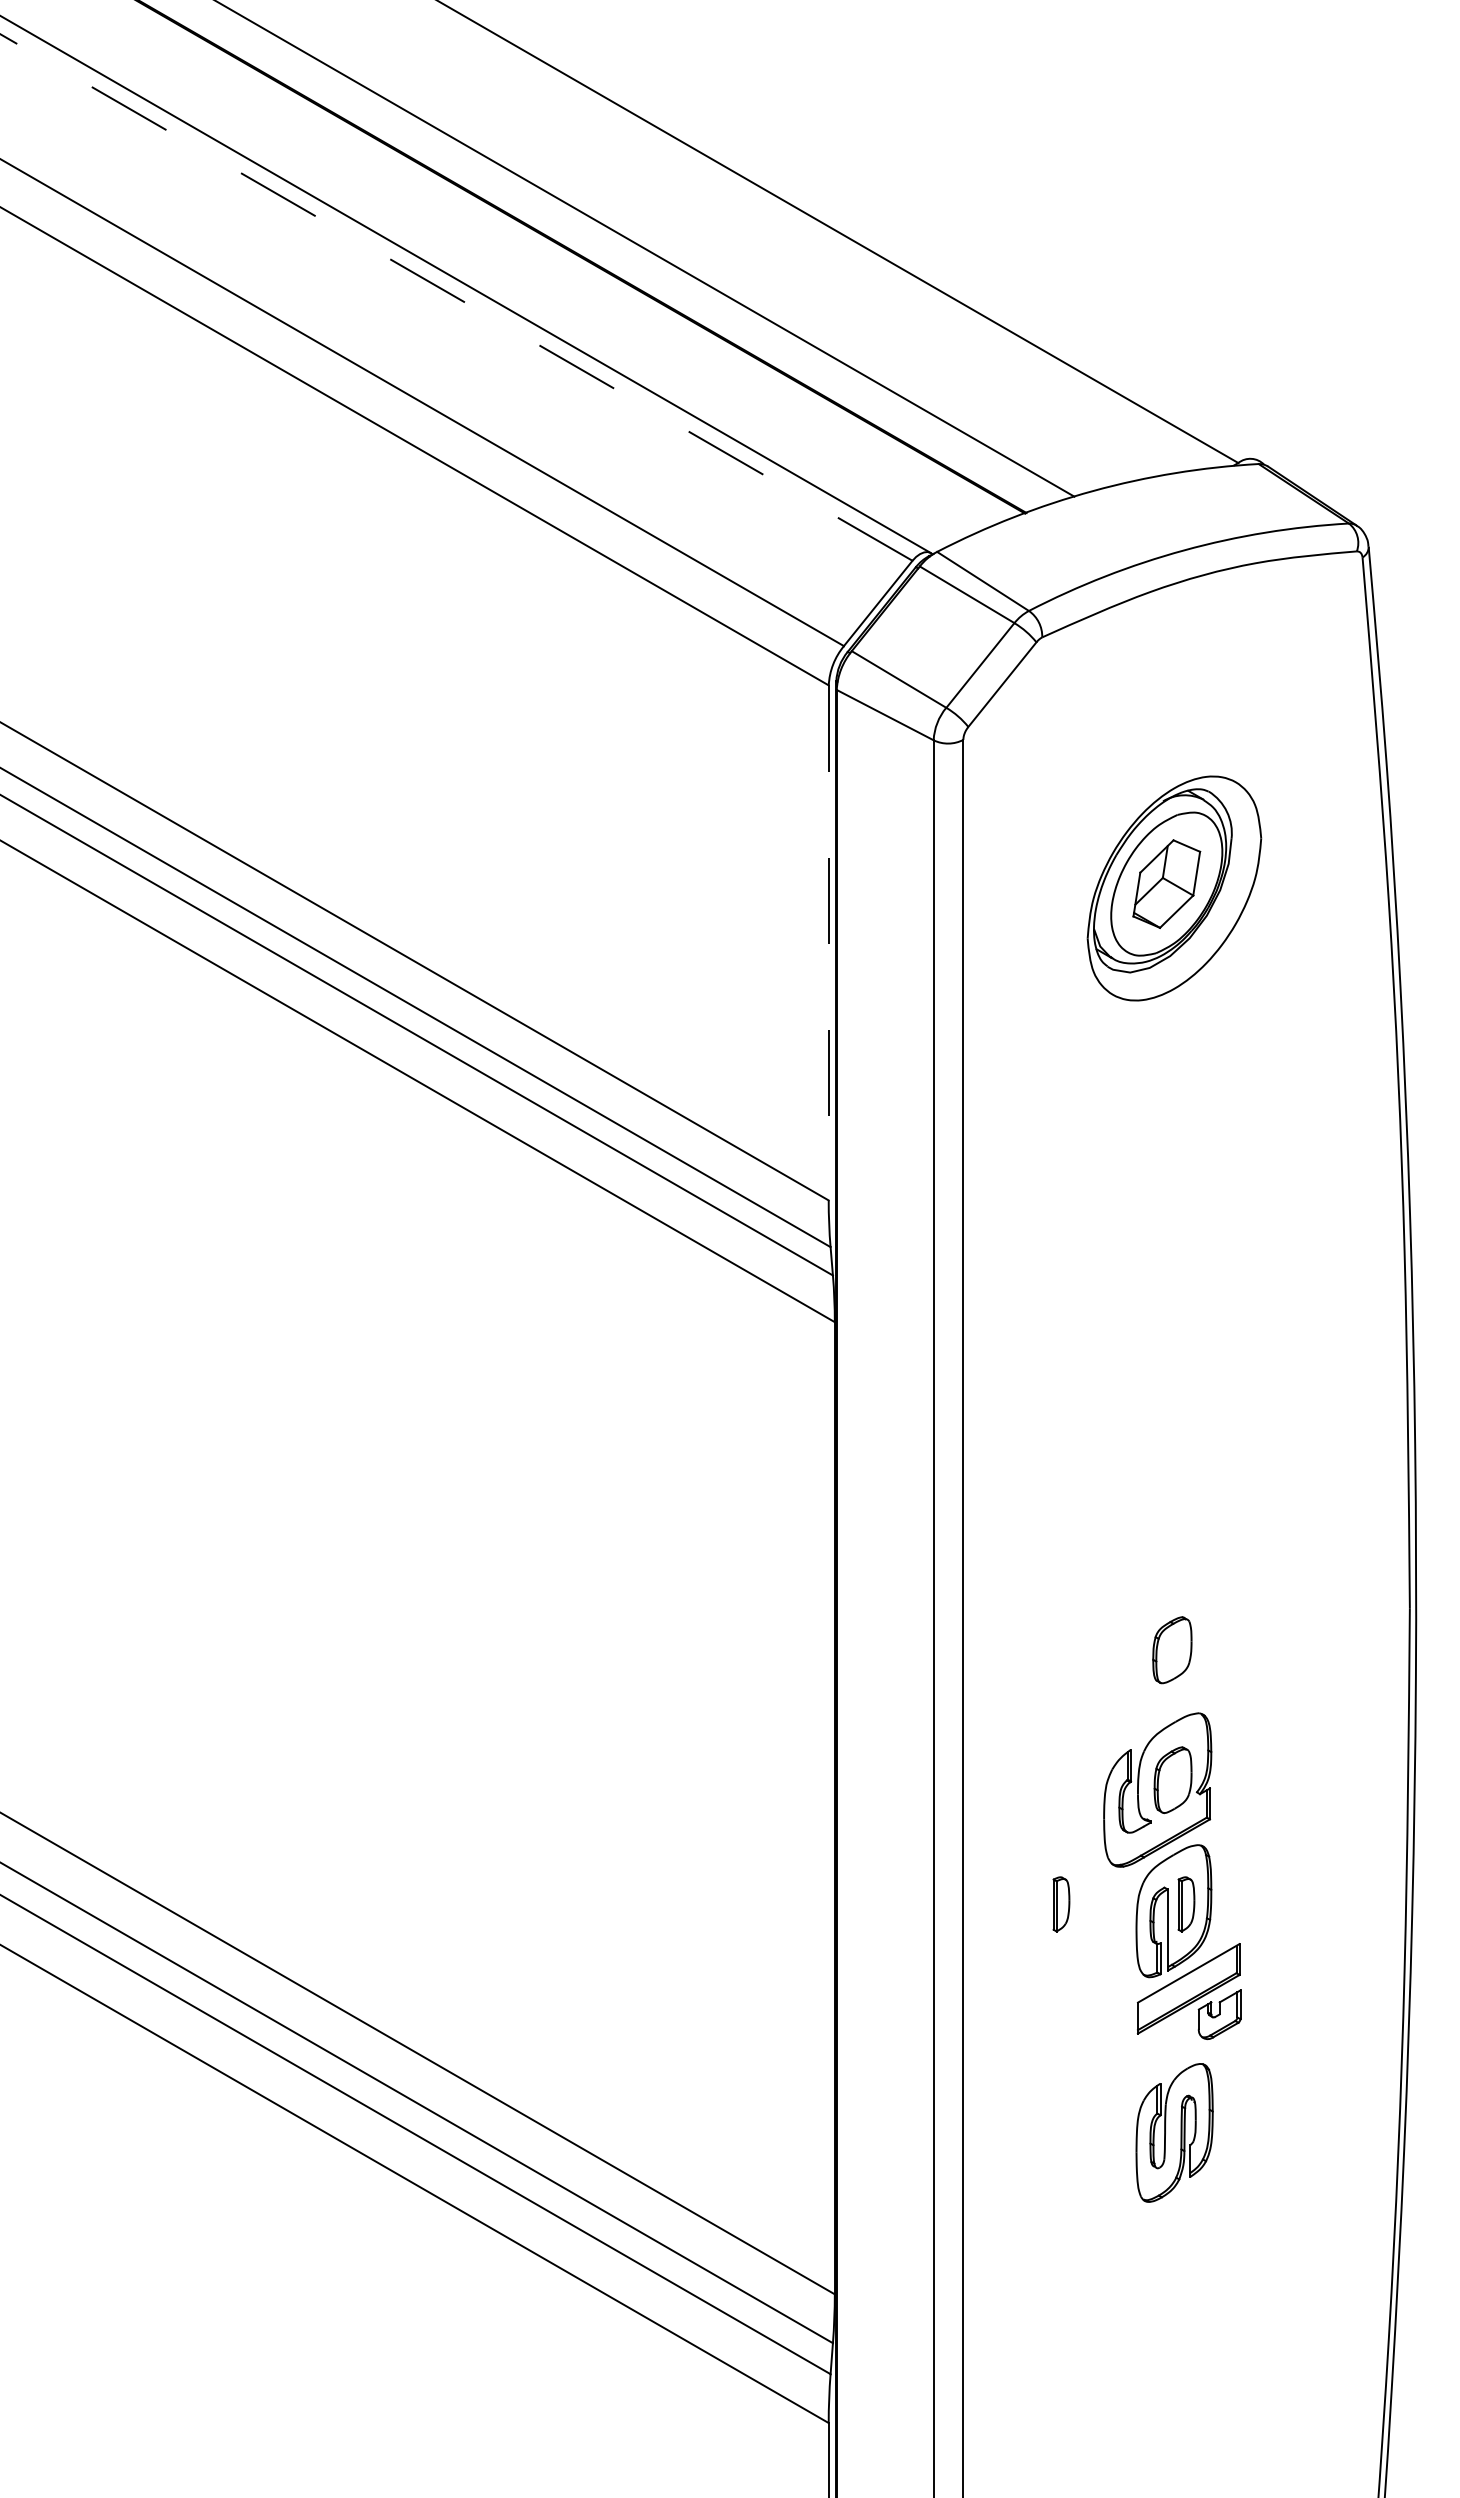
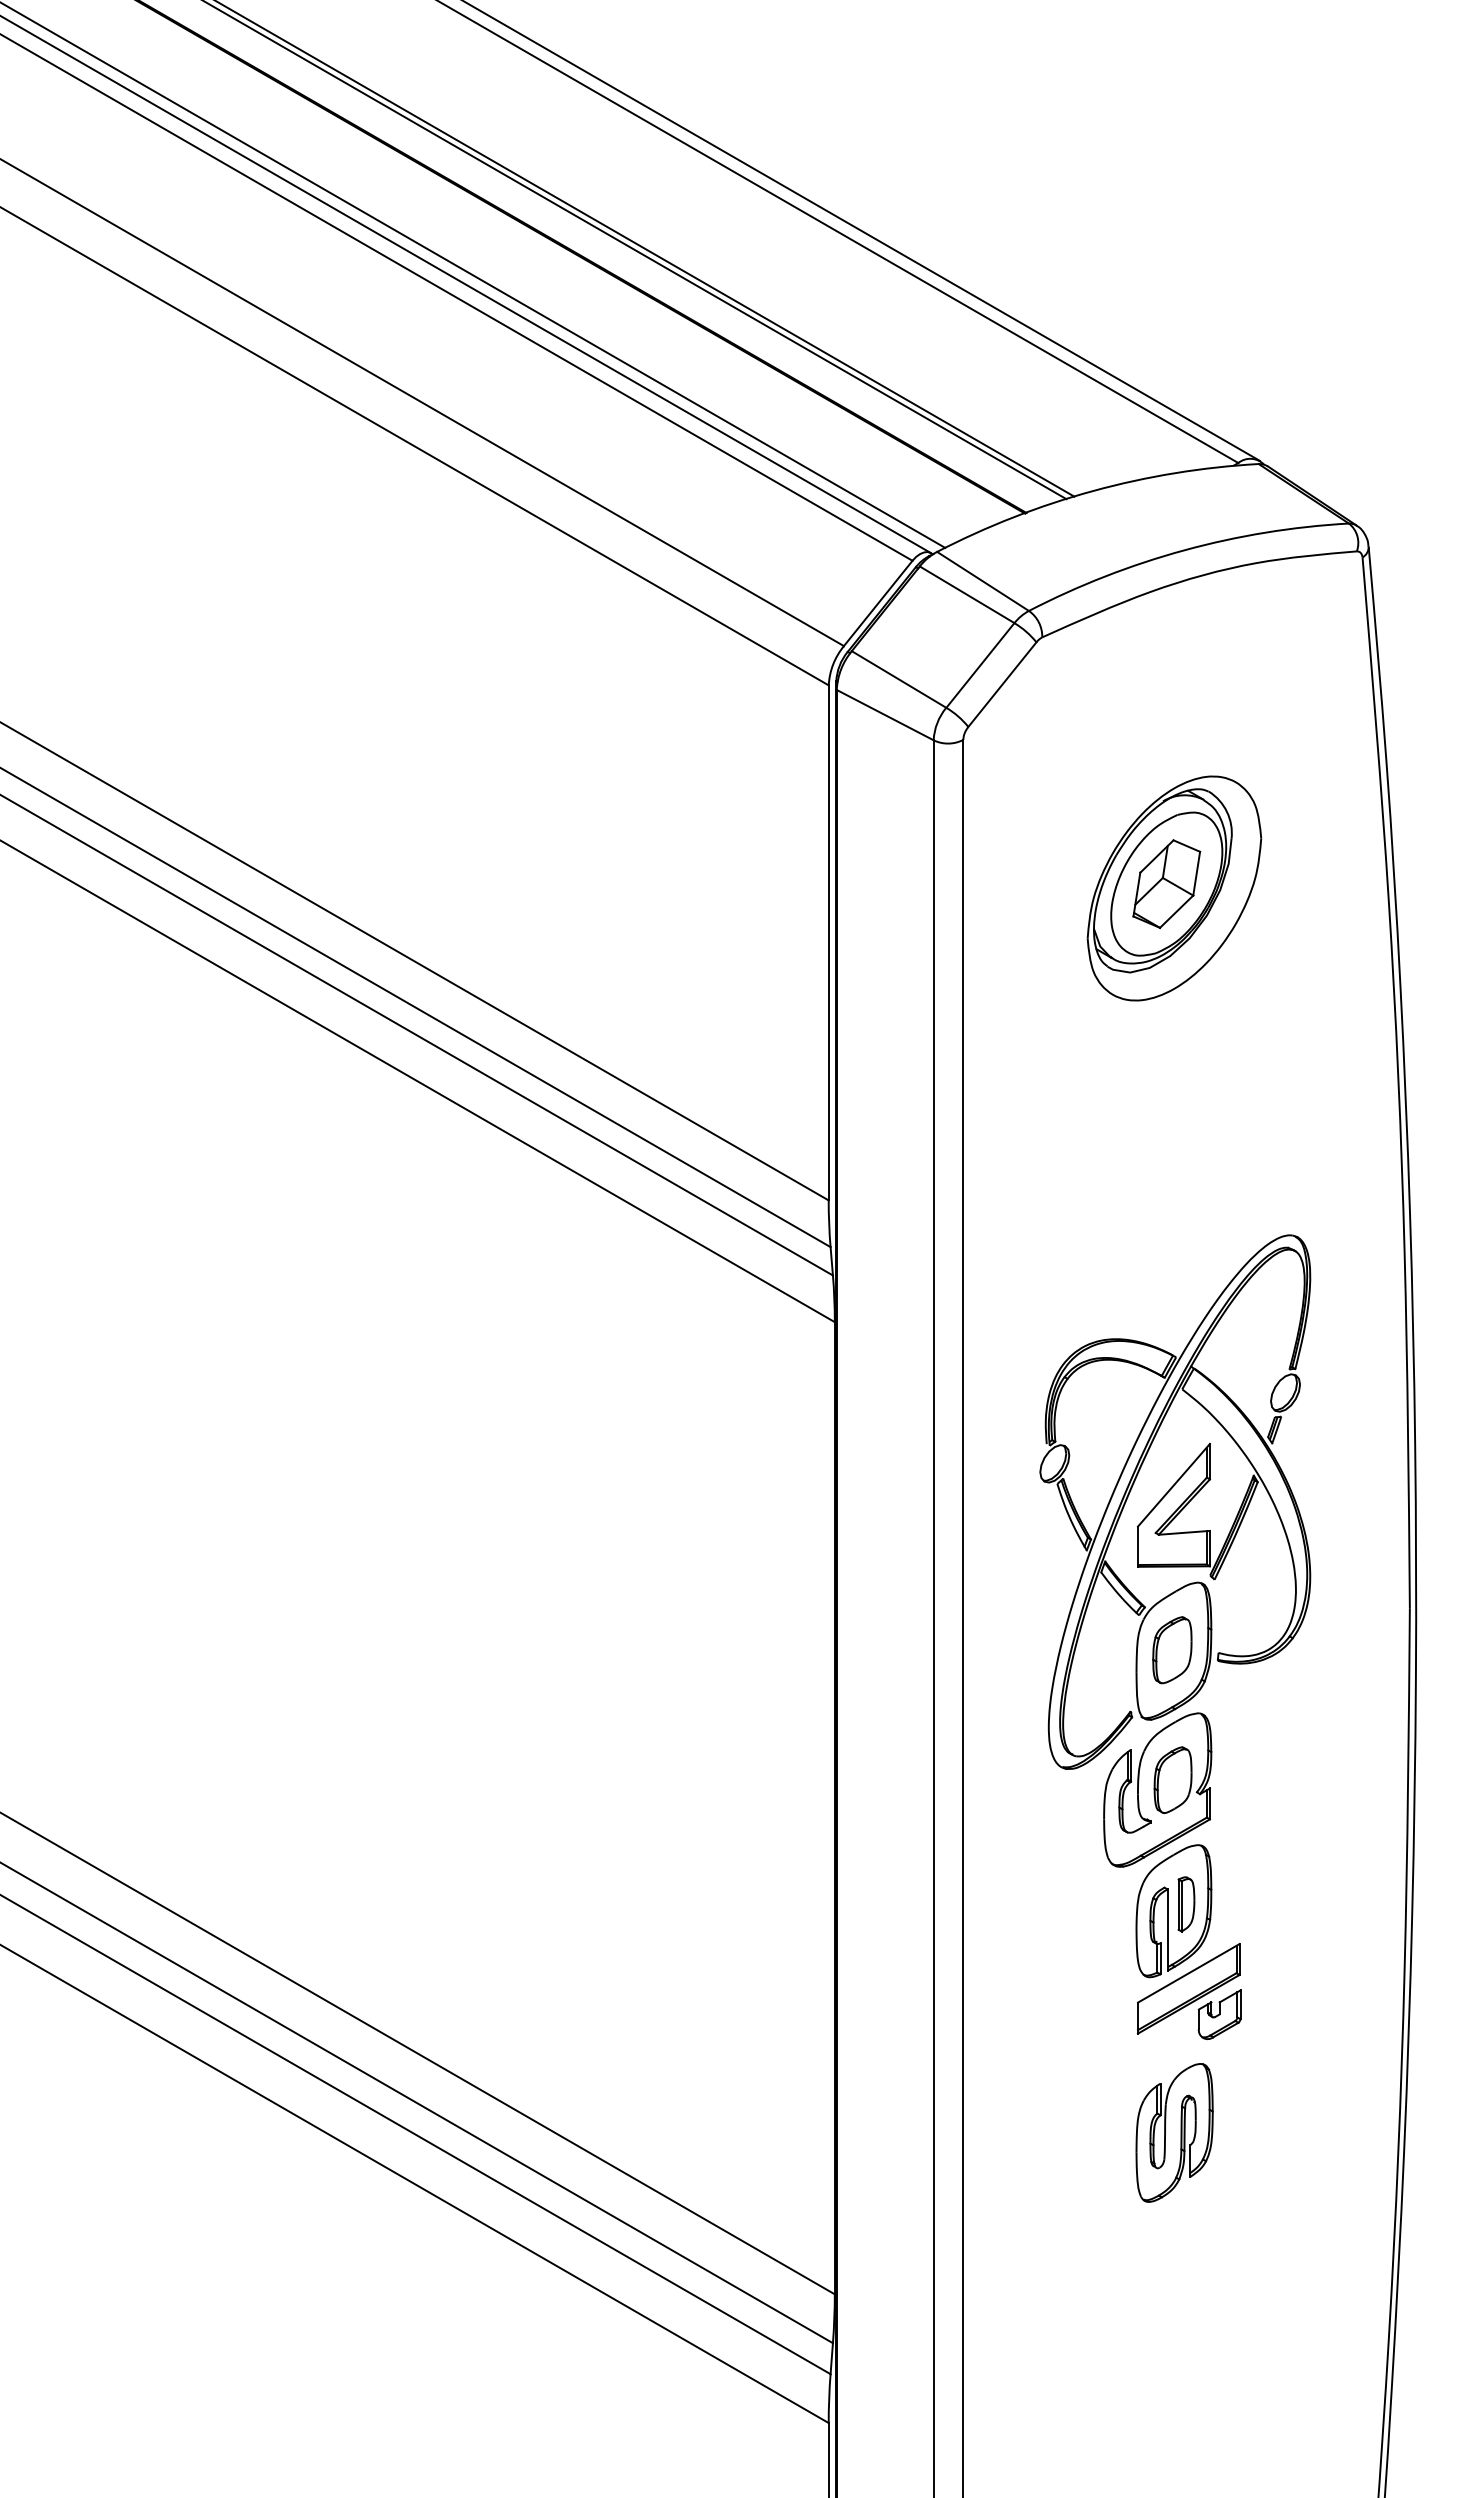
line at (862, 231): none -> present
line at (635, 250): none -> present
line at (473, 275): none -> present
line at (456, 297): dashed -> solid
line at (828, 942): dashed -> solid
part at (1175, 1501): none -> present
part at (1061, 1904): present -> none
